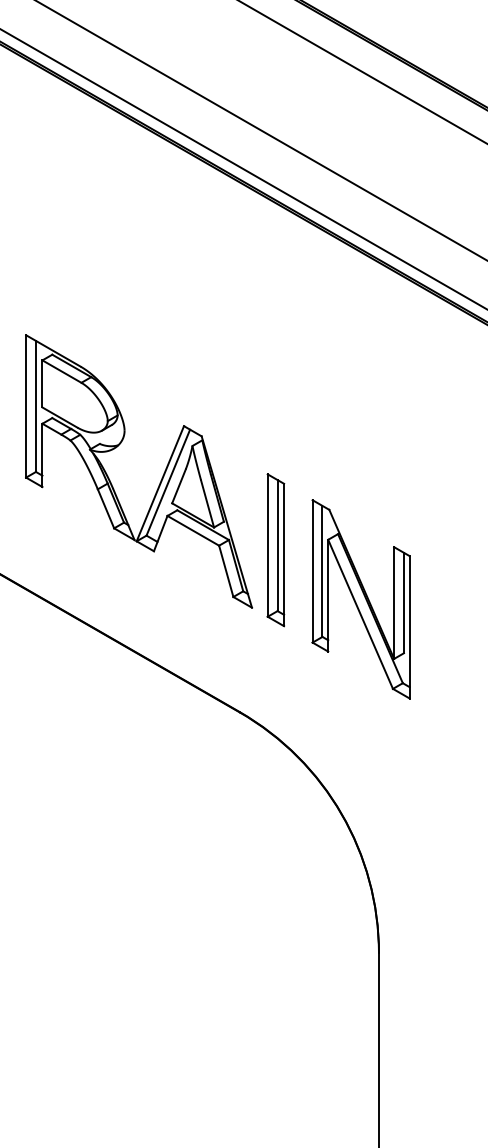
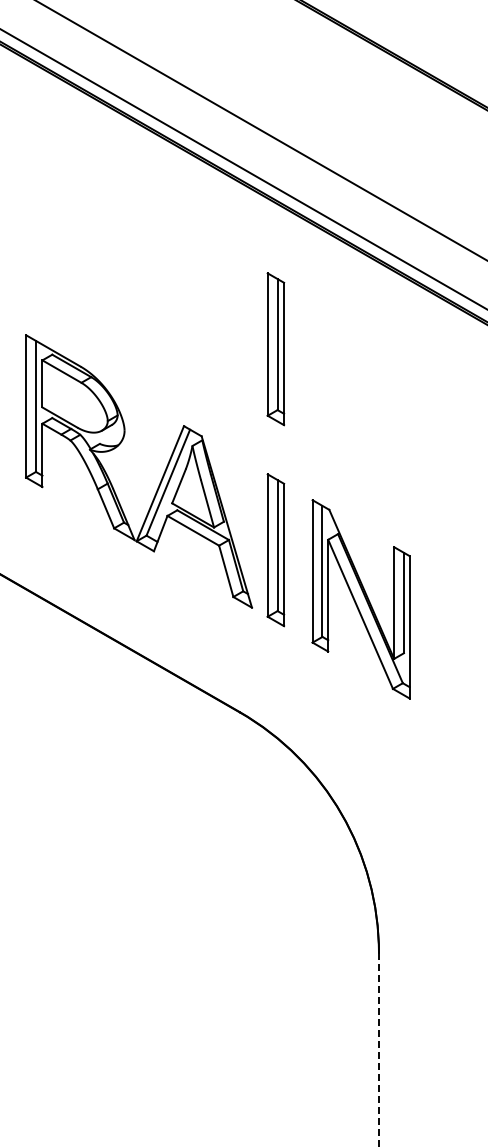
line at (362, 72): present -> none
part at (275, 349): none -> present
line at (378, 1050): solid -> dashed
